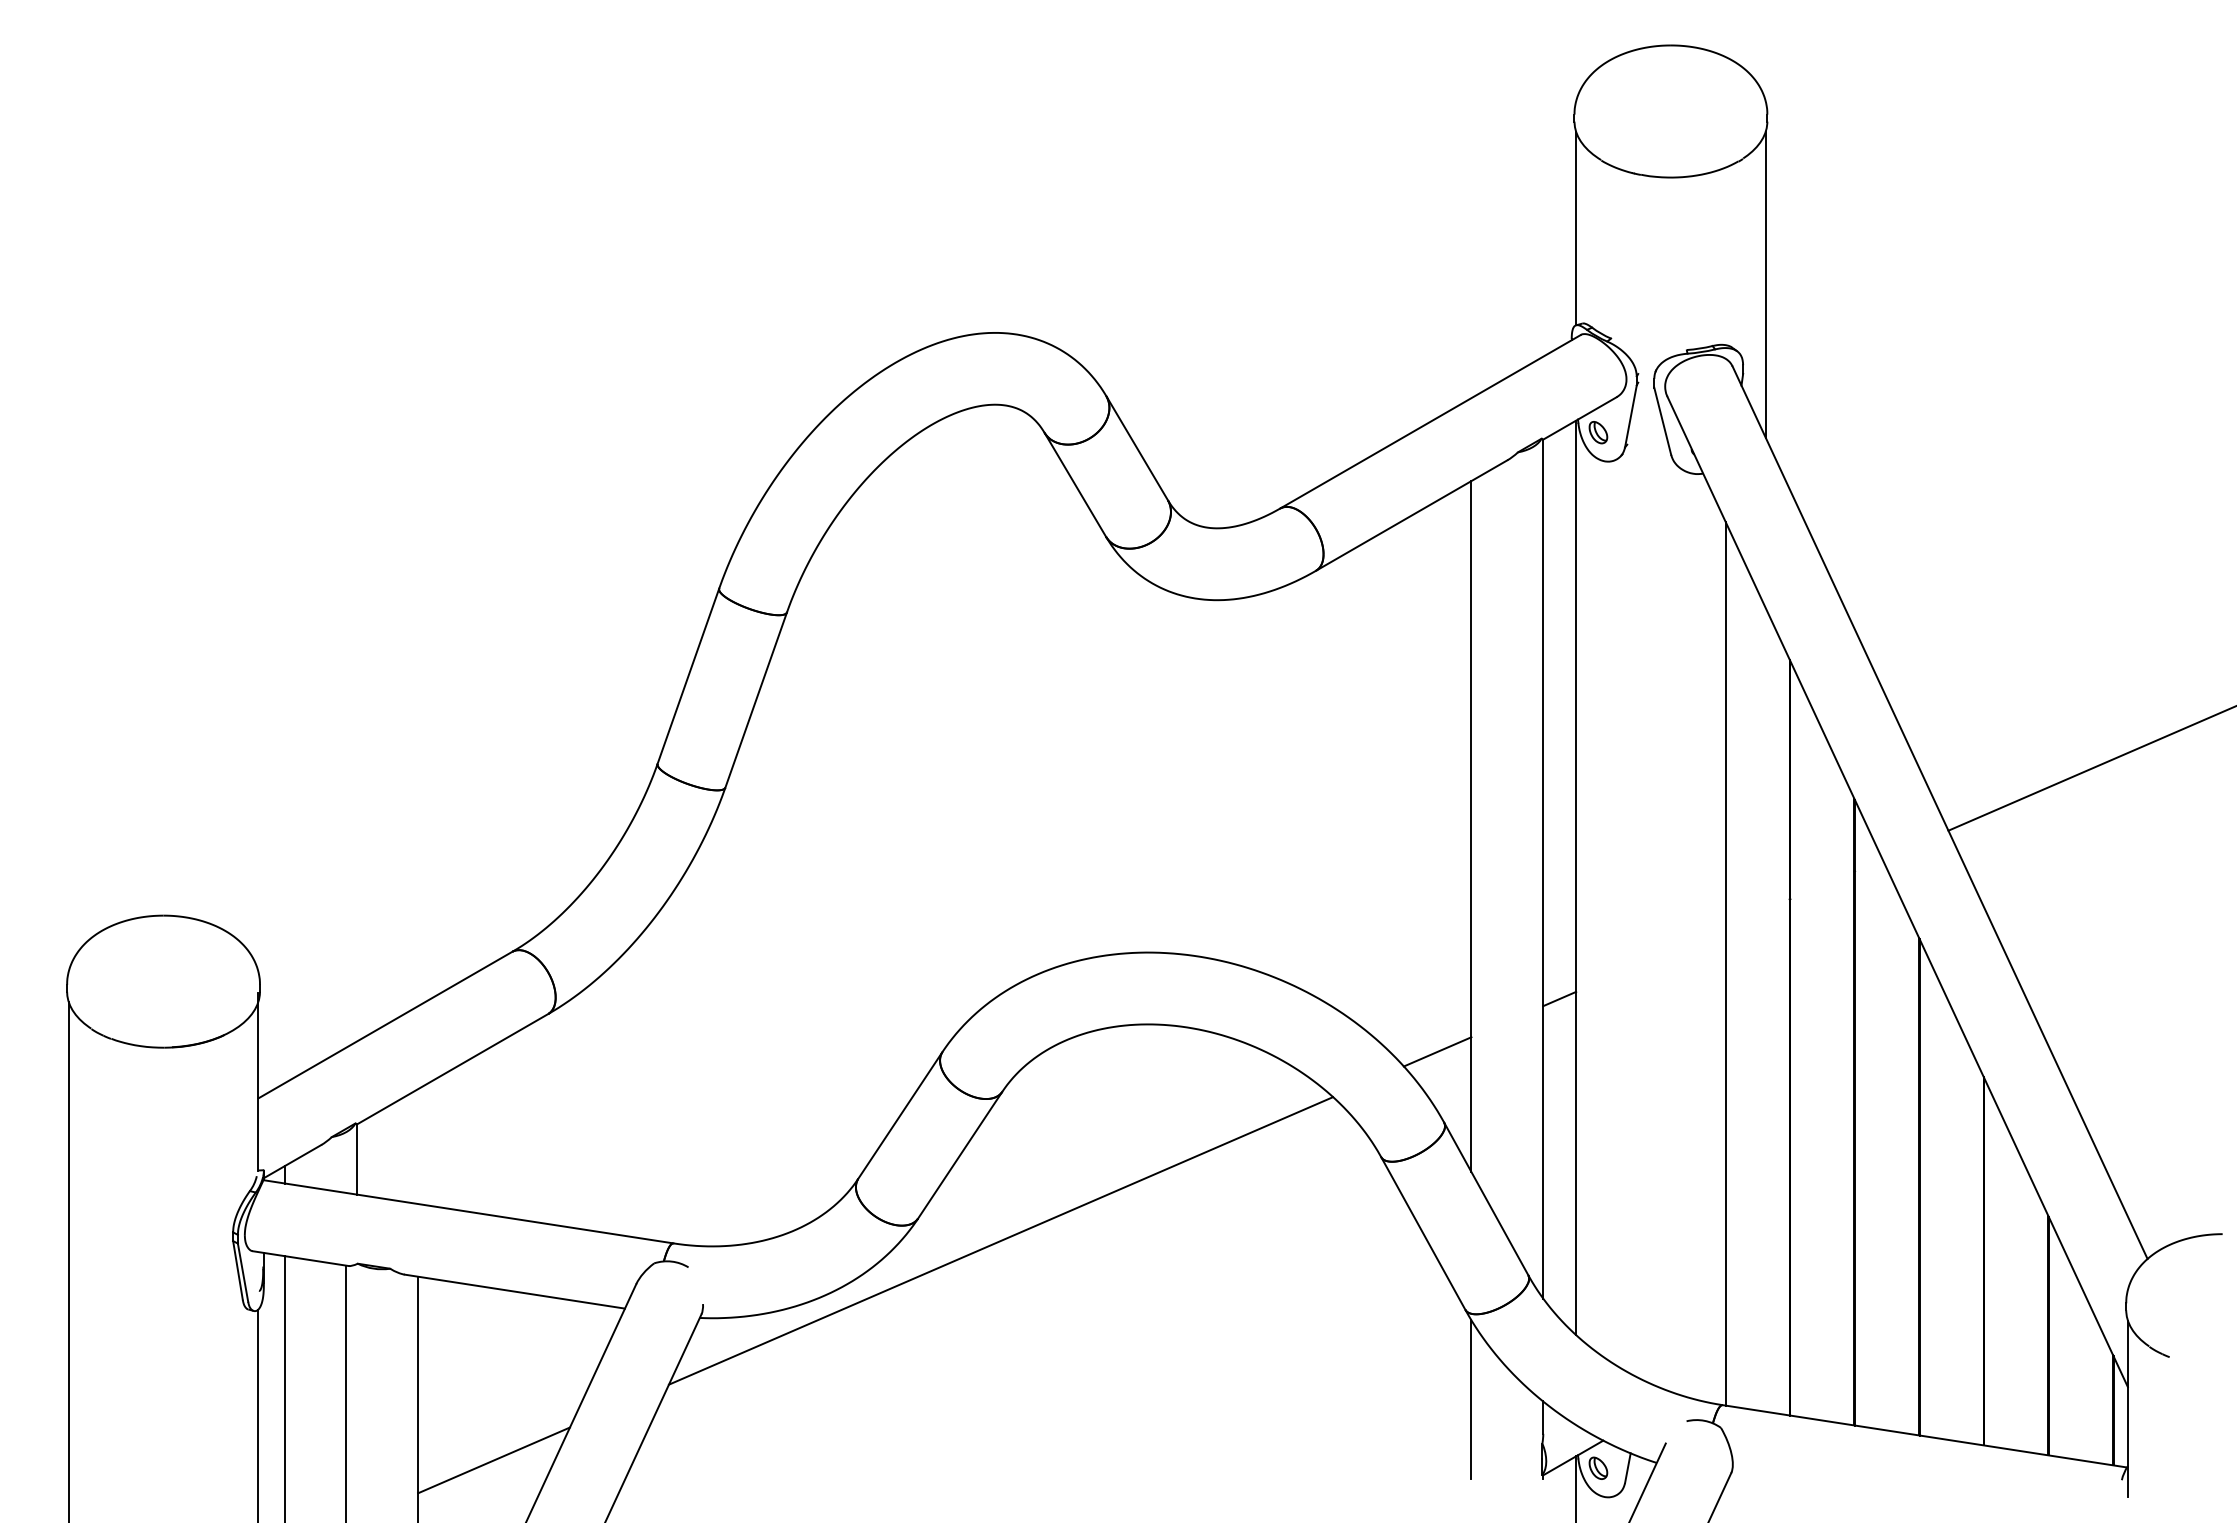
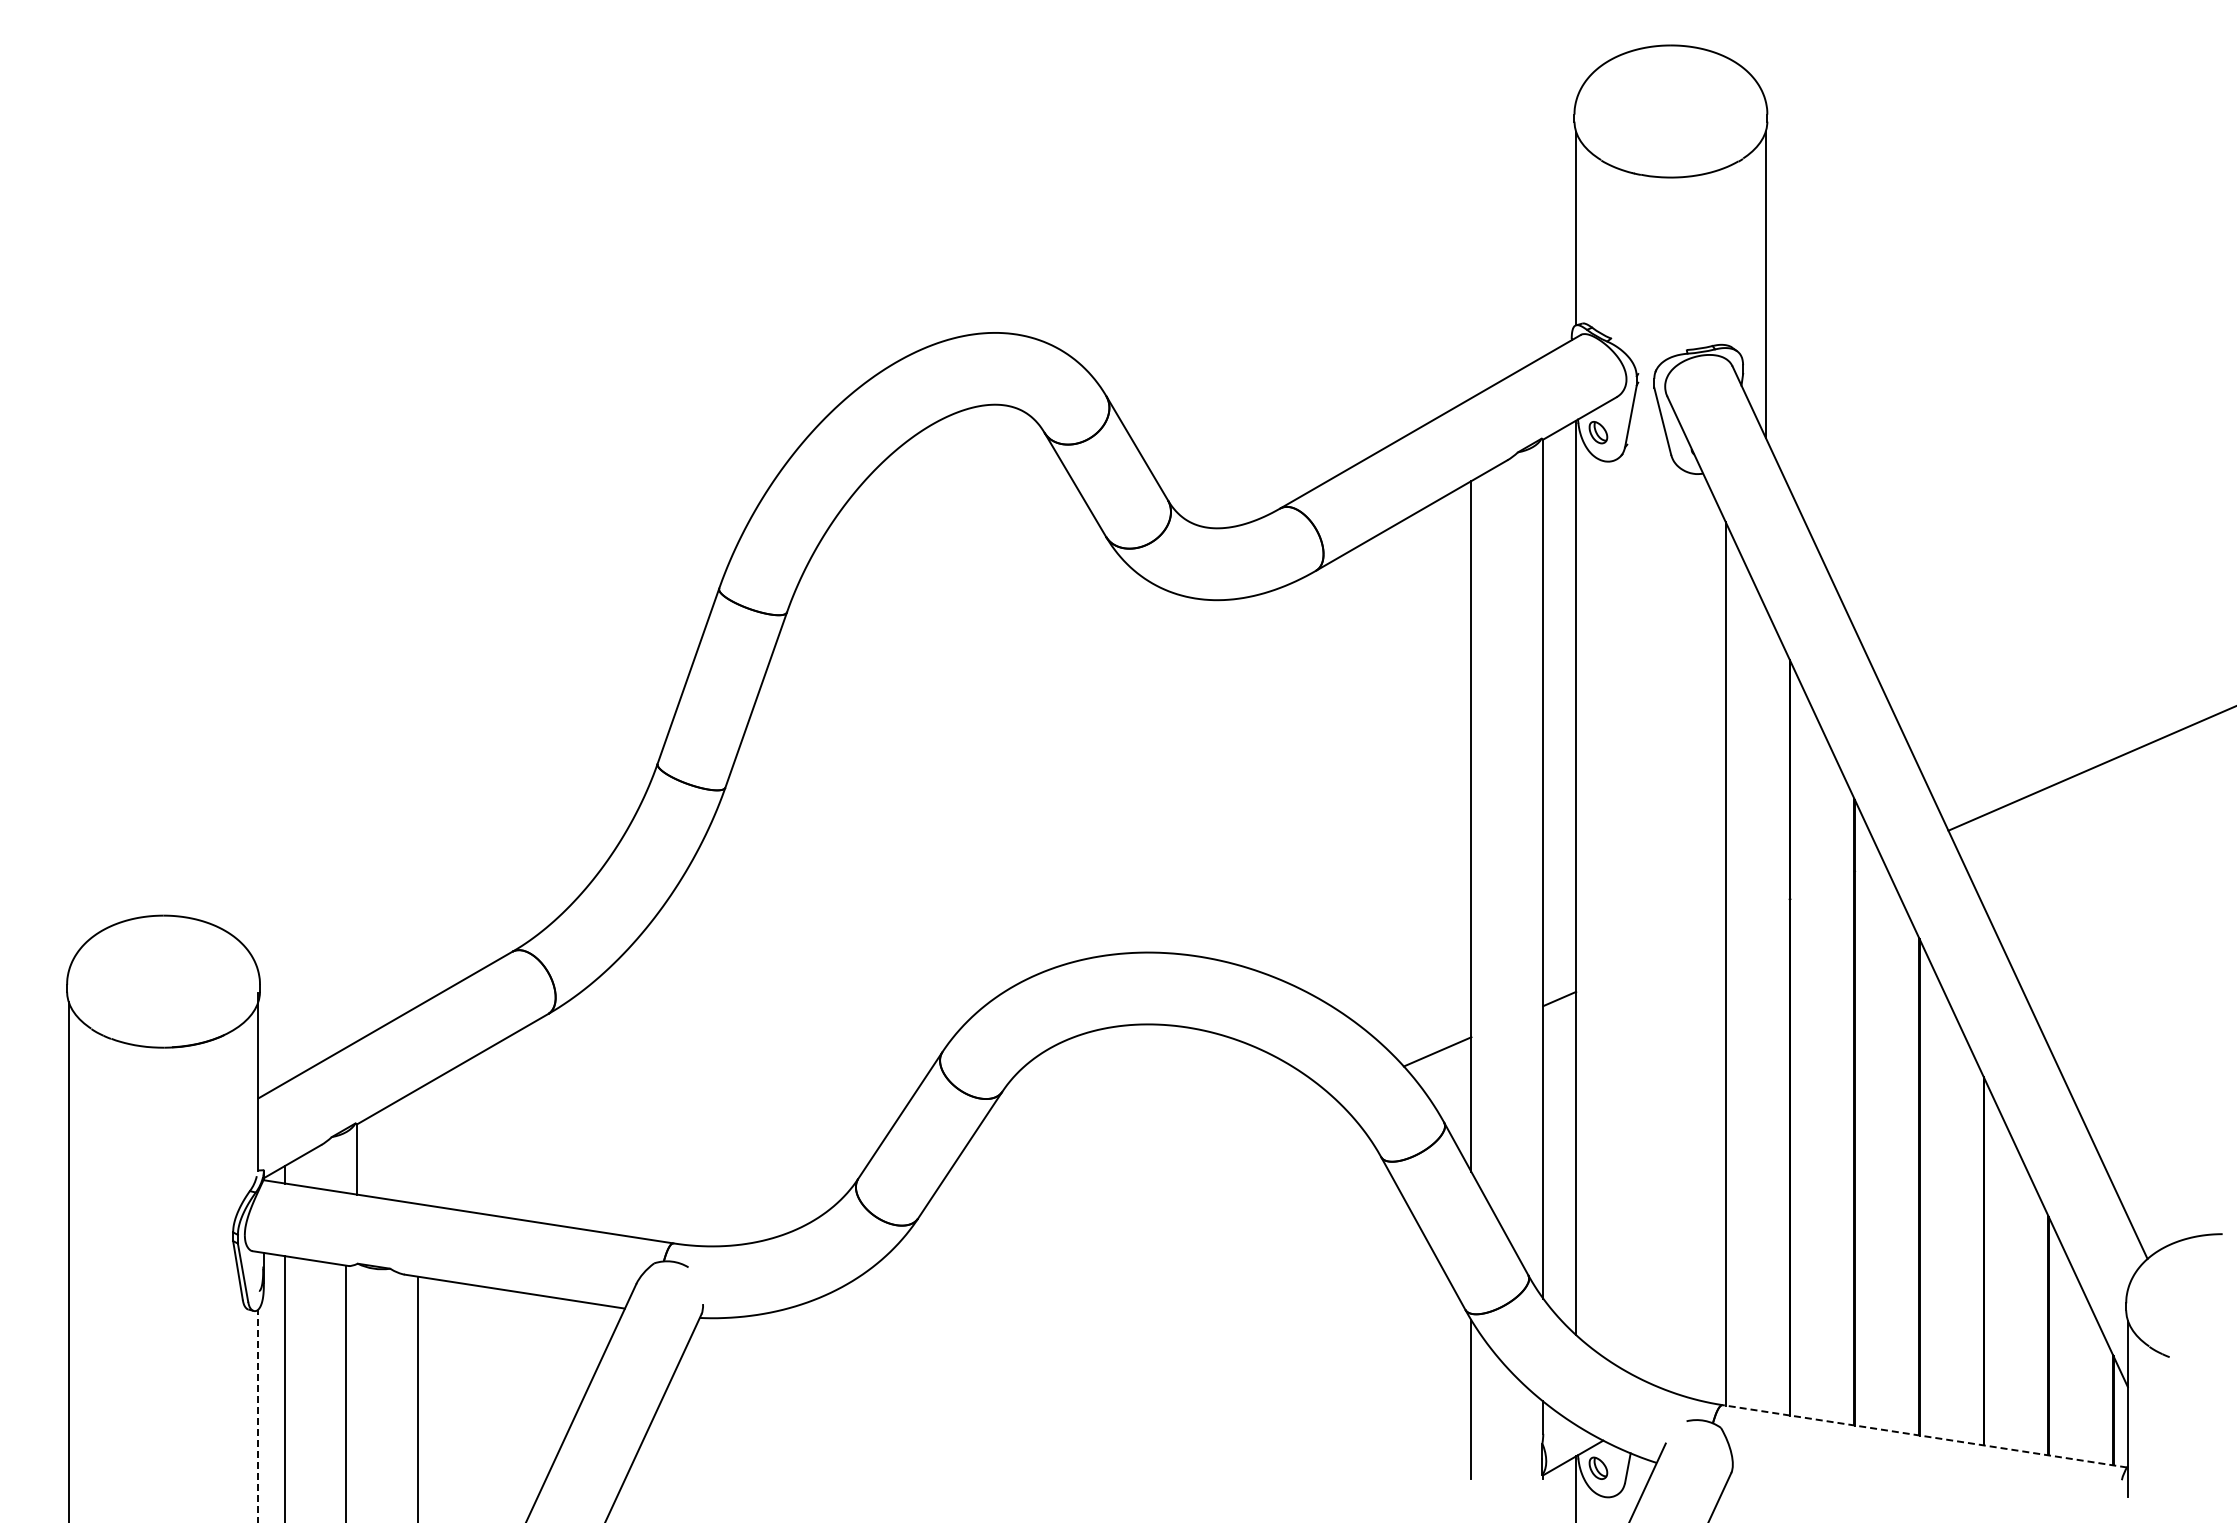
line at (1000, 1240): present -> none
line at (258, 1415): solid -> dashed
line at (1924, 1436): solid -> dashed
line at (493, 1460): present -> none
